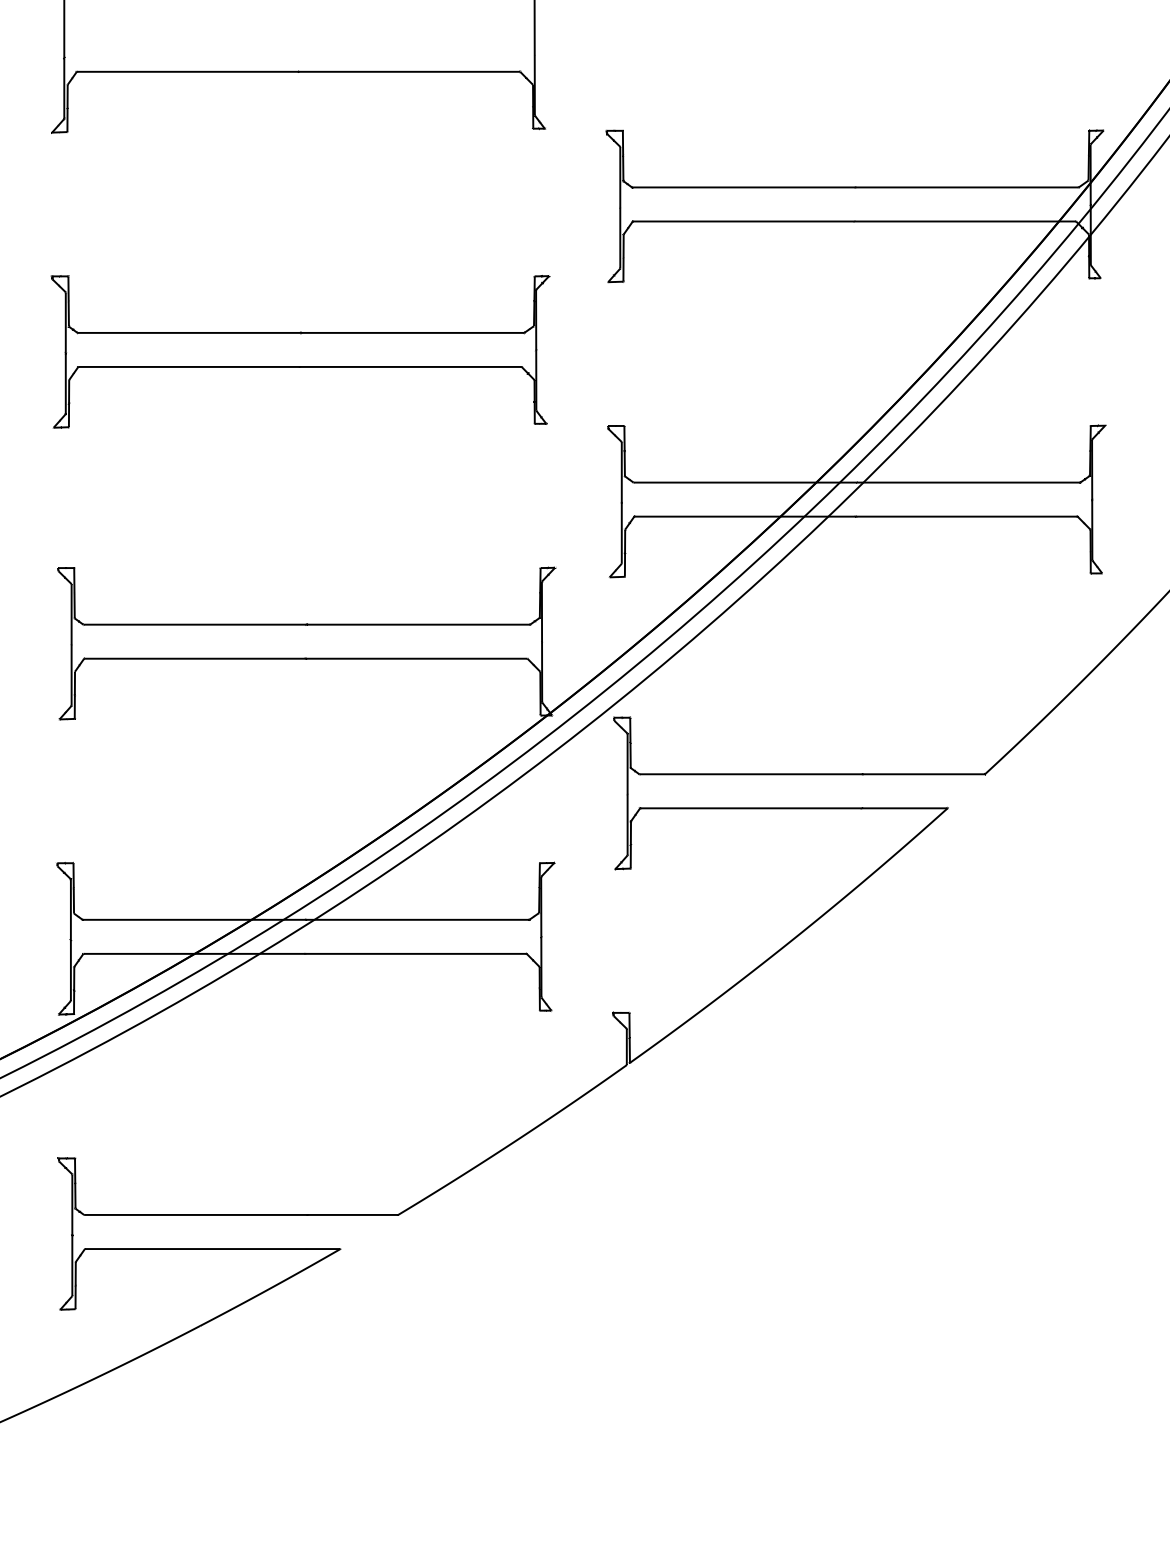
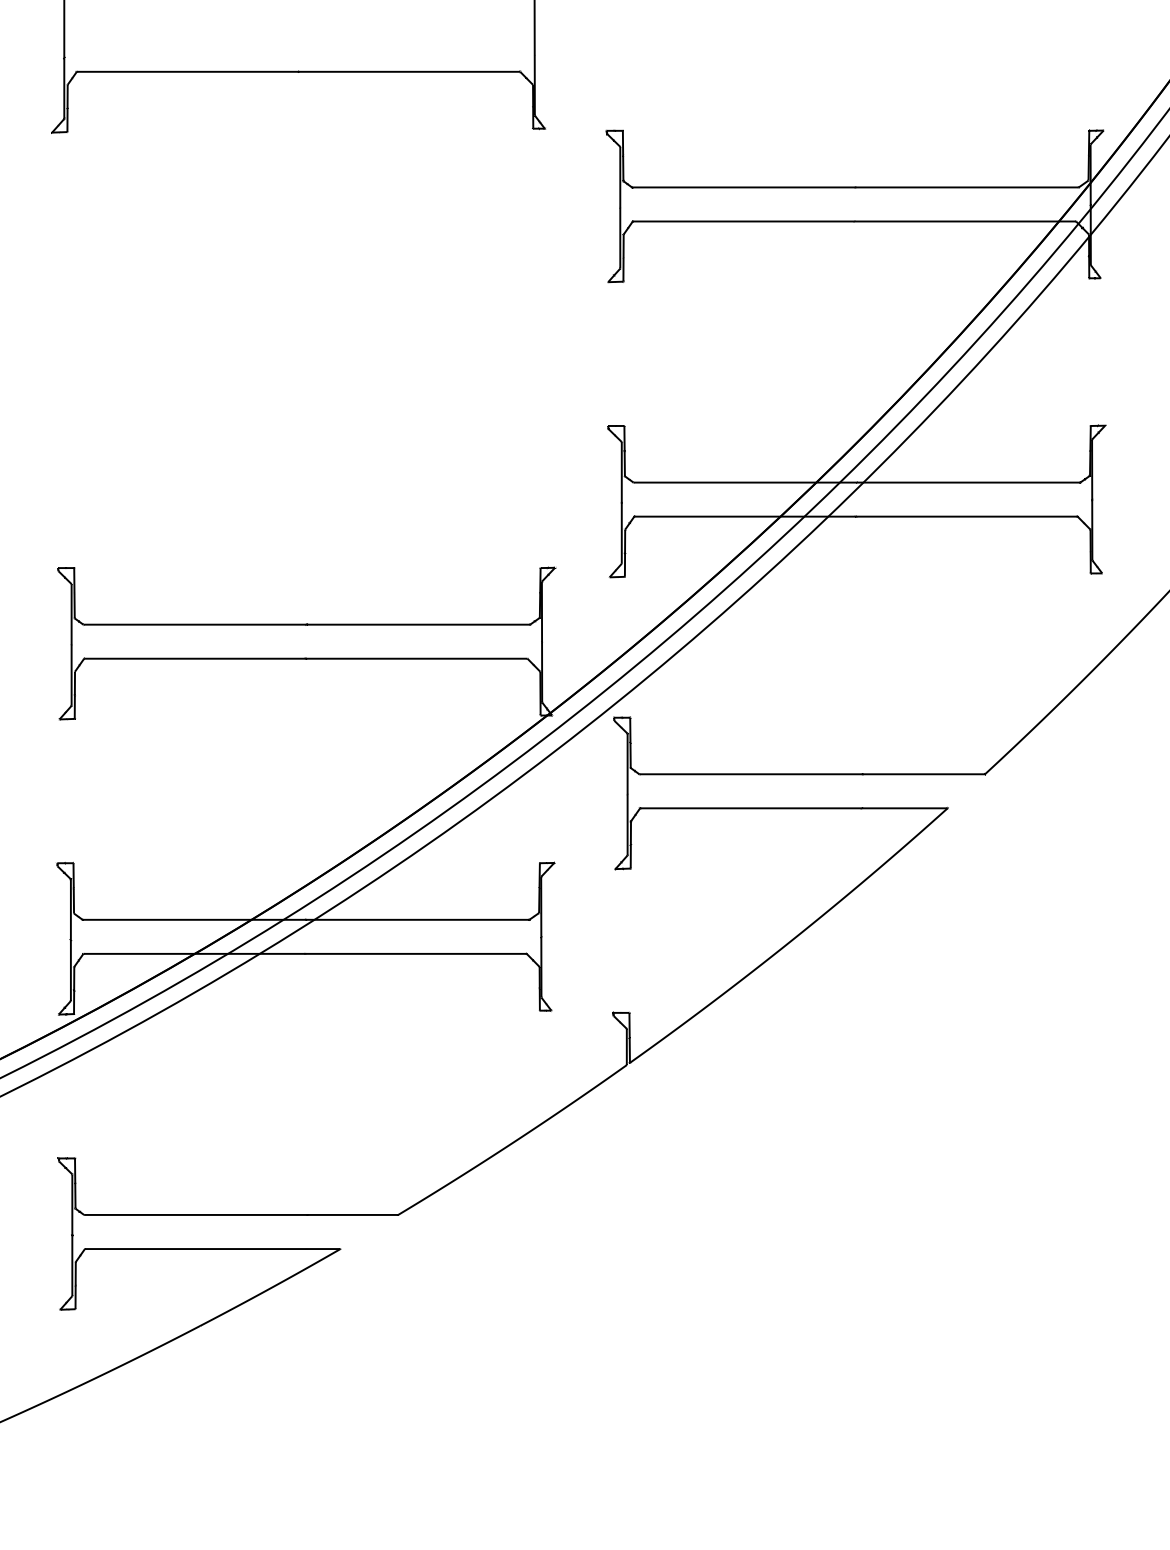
part at (300, 351): present -> none
